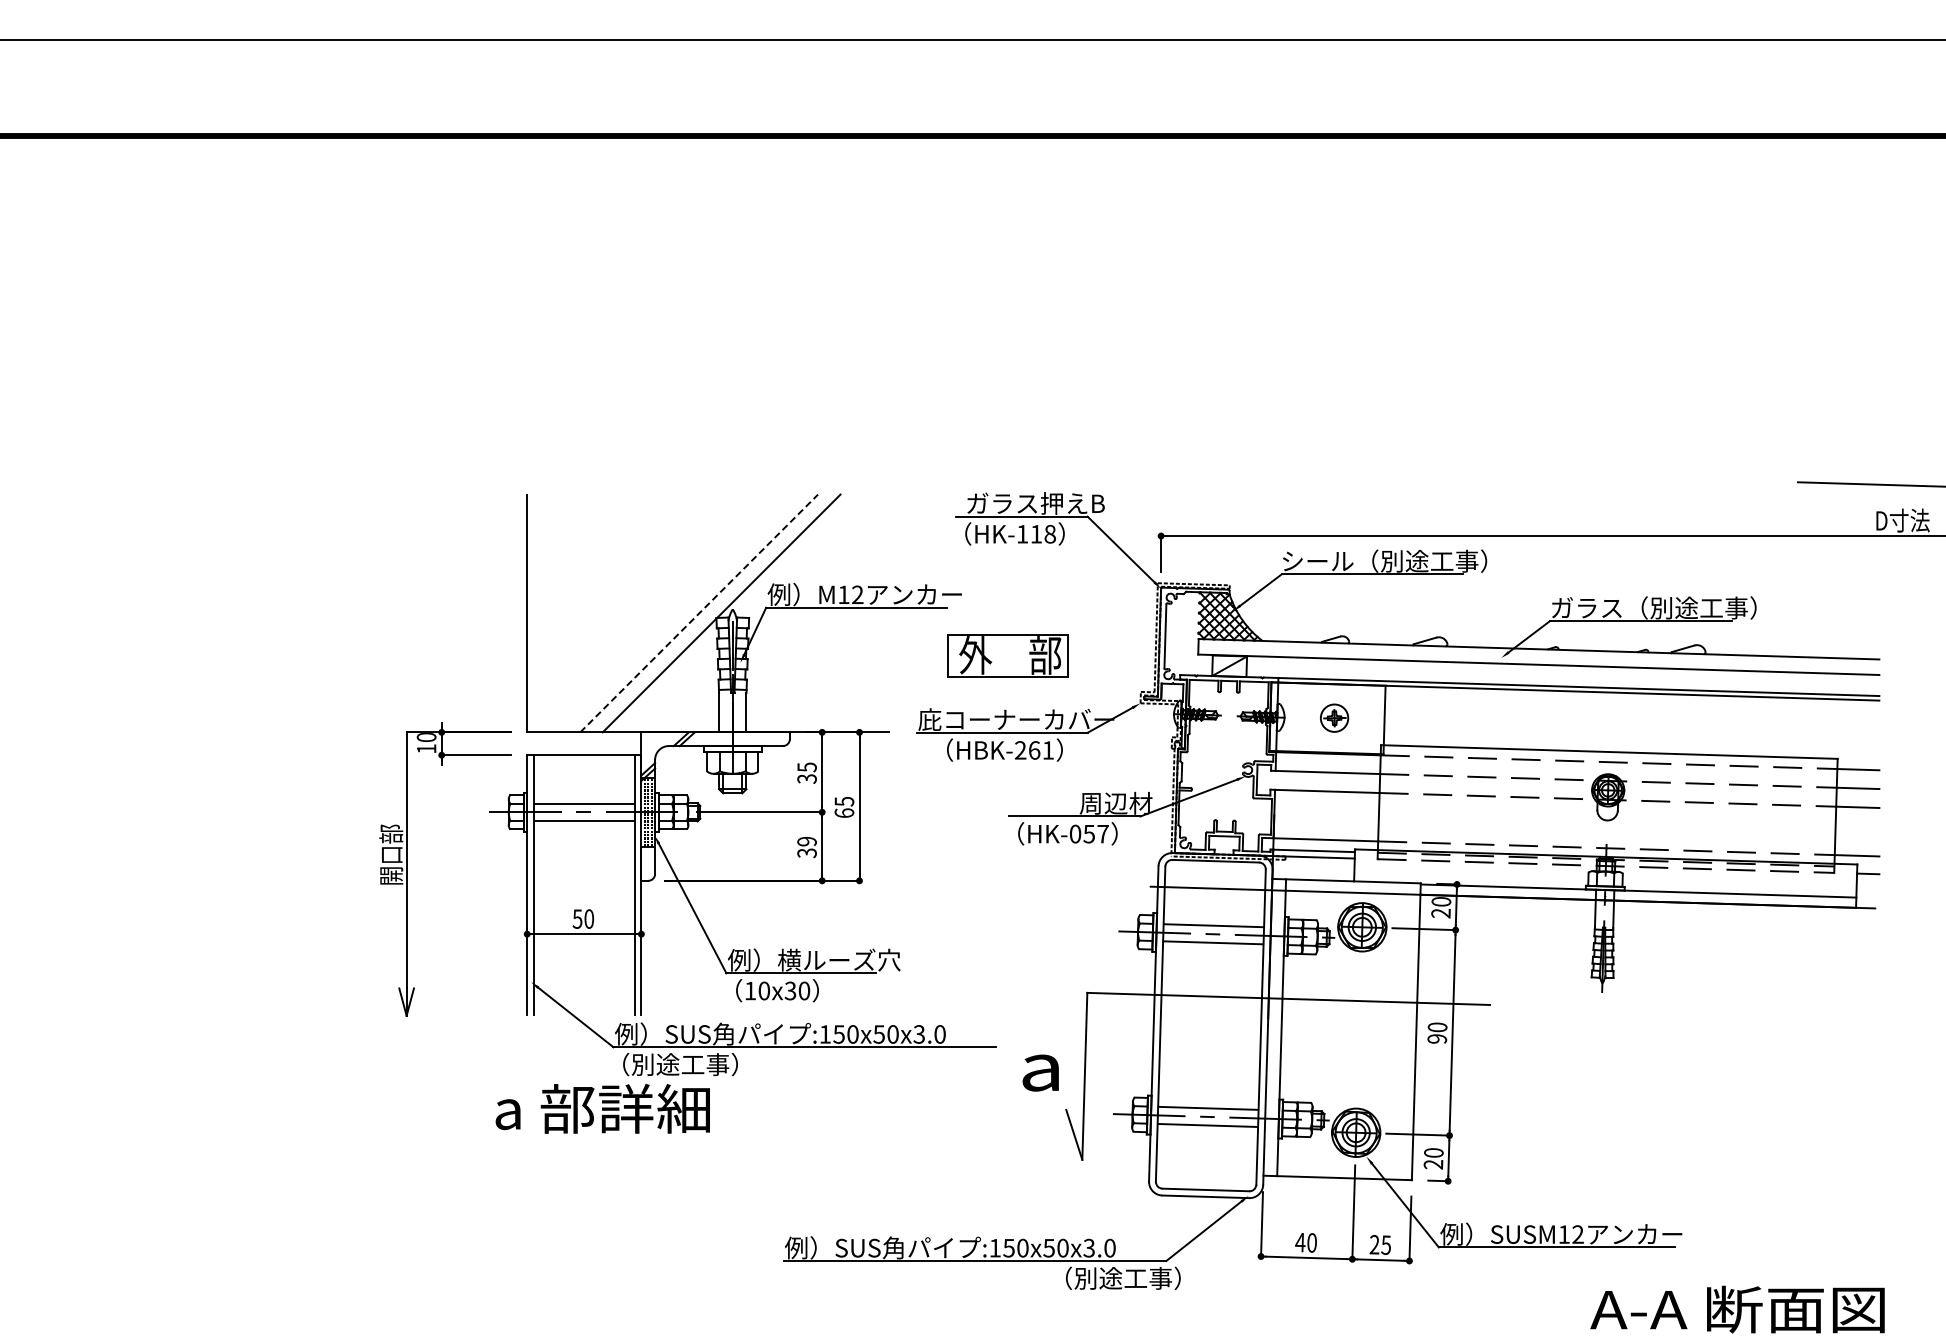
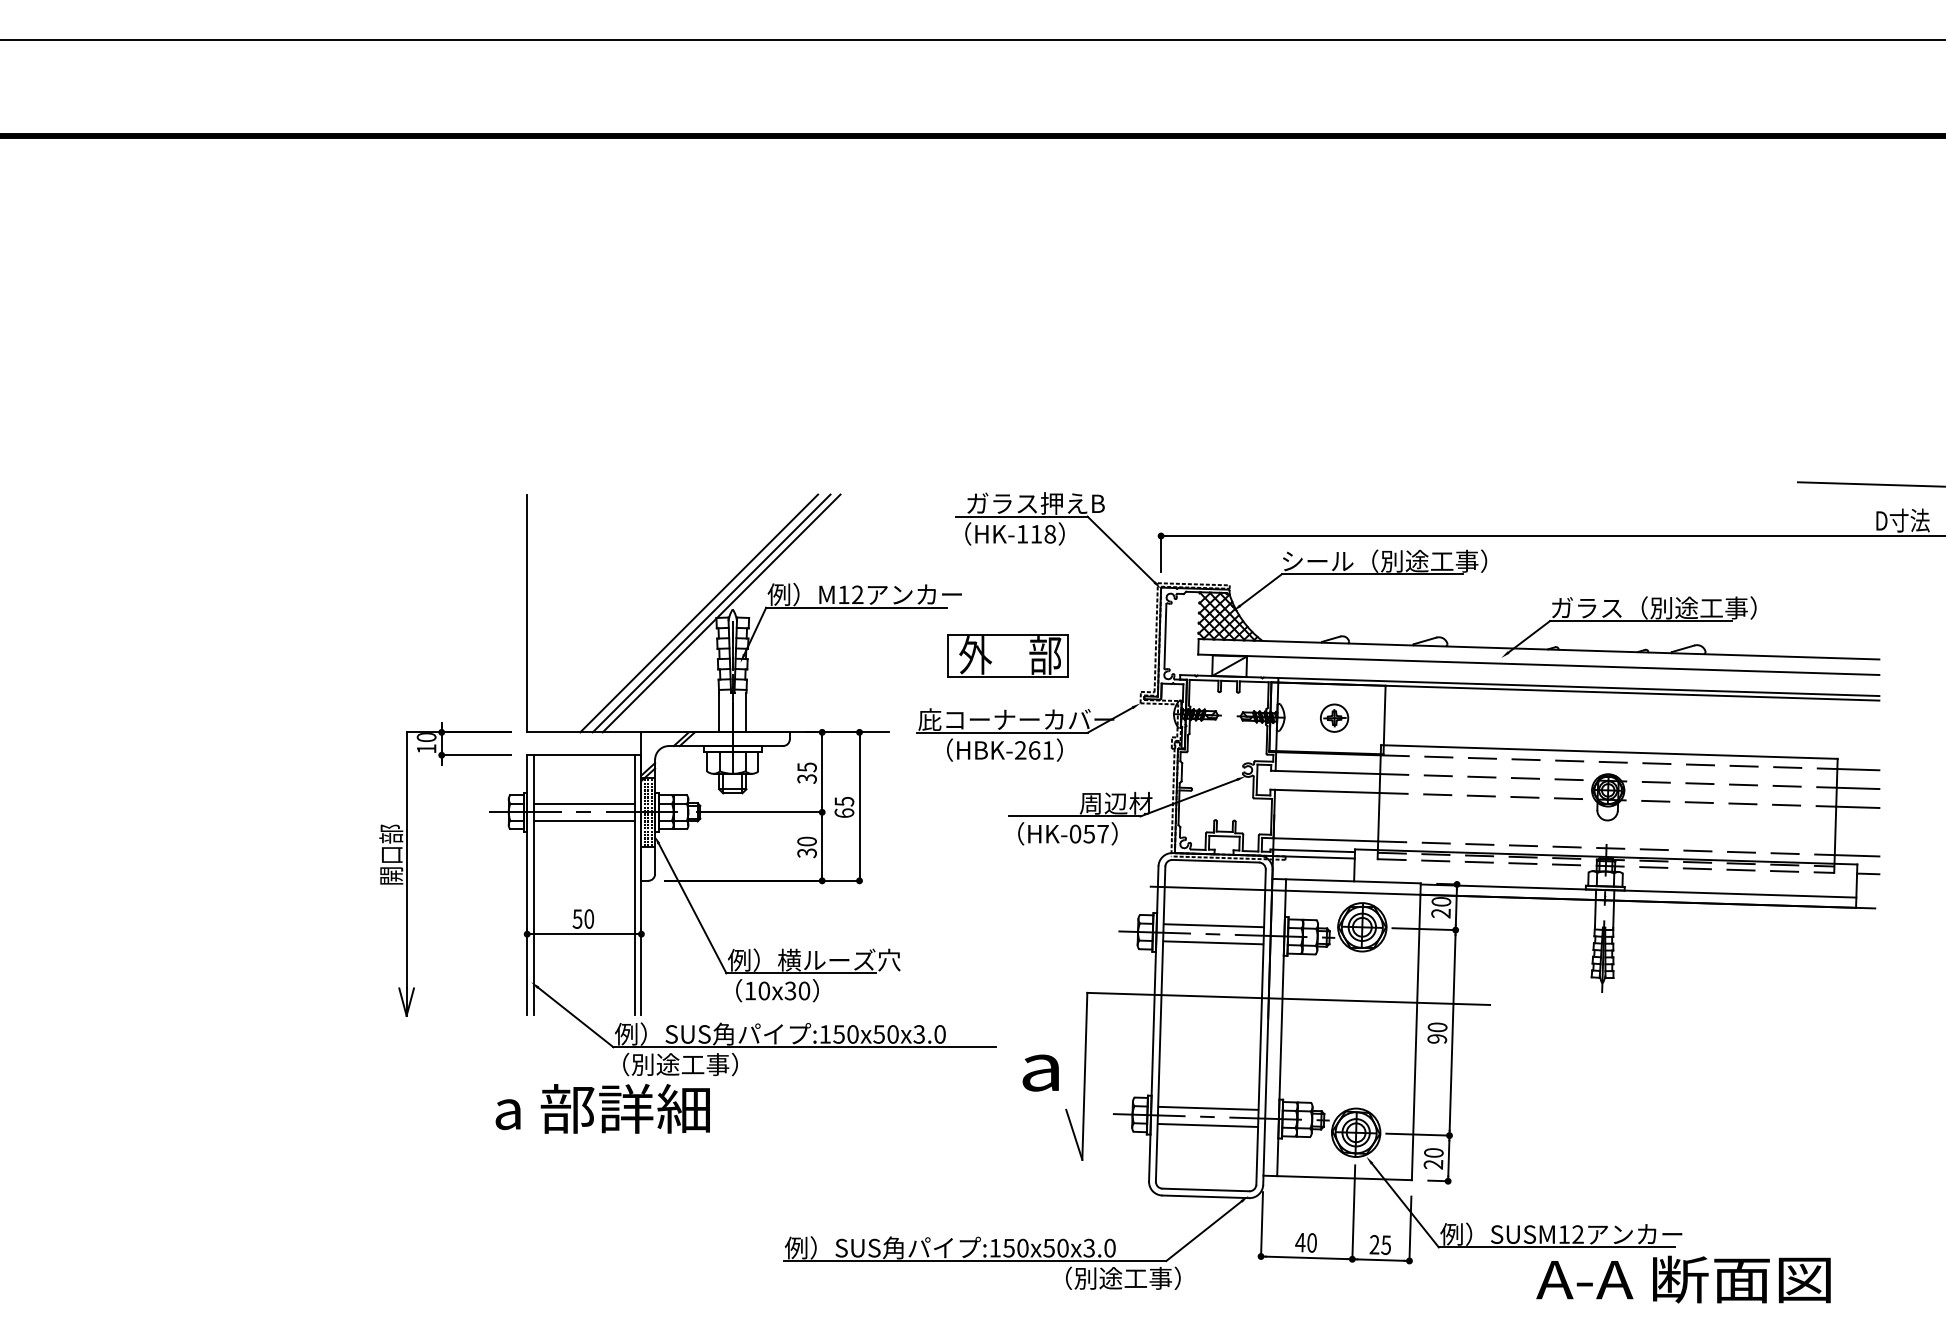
line at (699, 613): dashed -> solid
line at (711, 613): none -> present
text at (806, 841): 39 -> 30
text at (1737, 1309) position: (1737, 1309) -> (1683, 1279)
